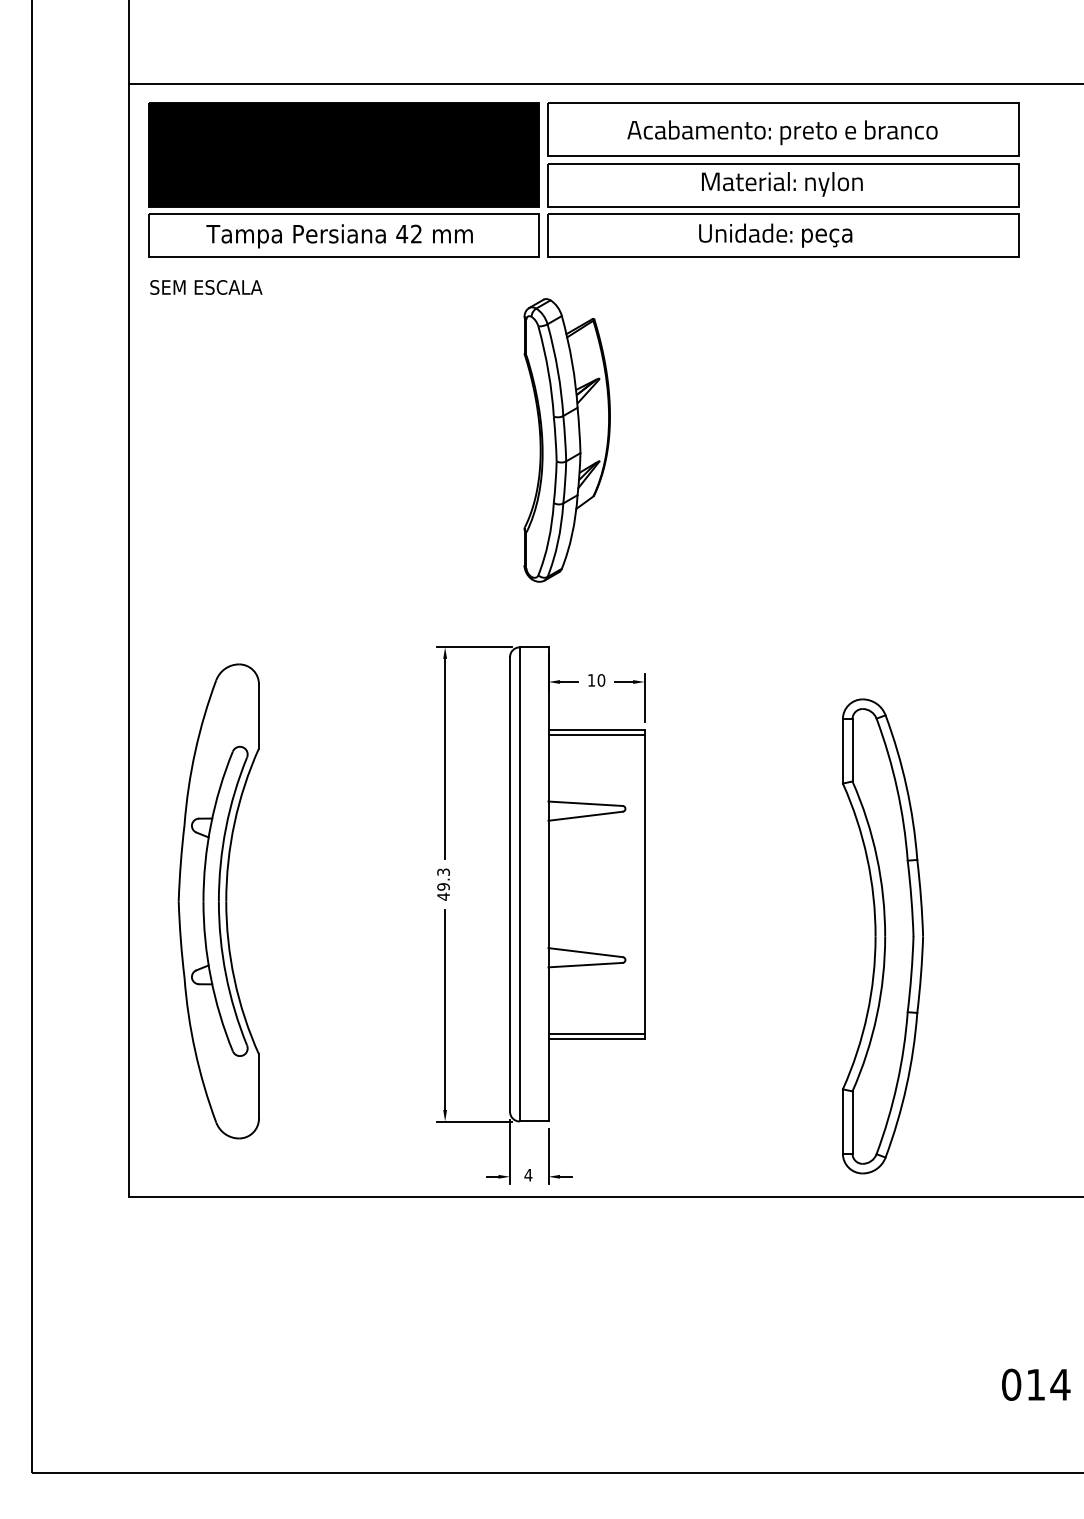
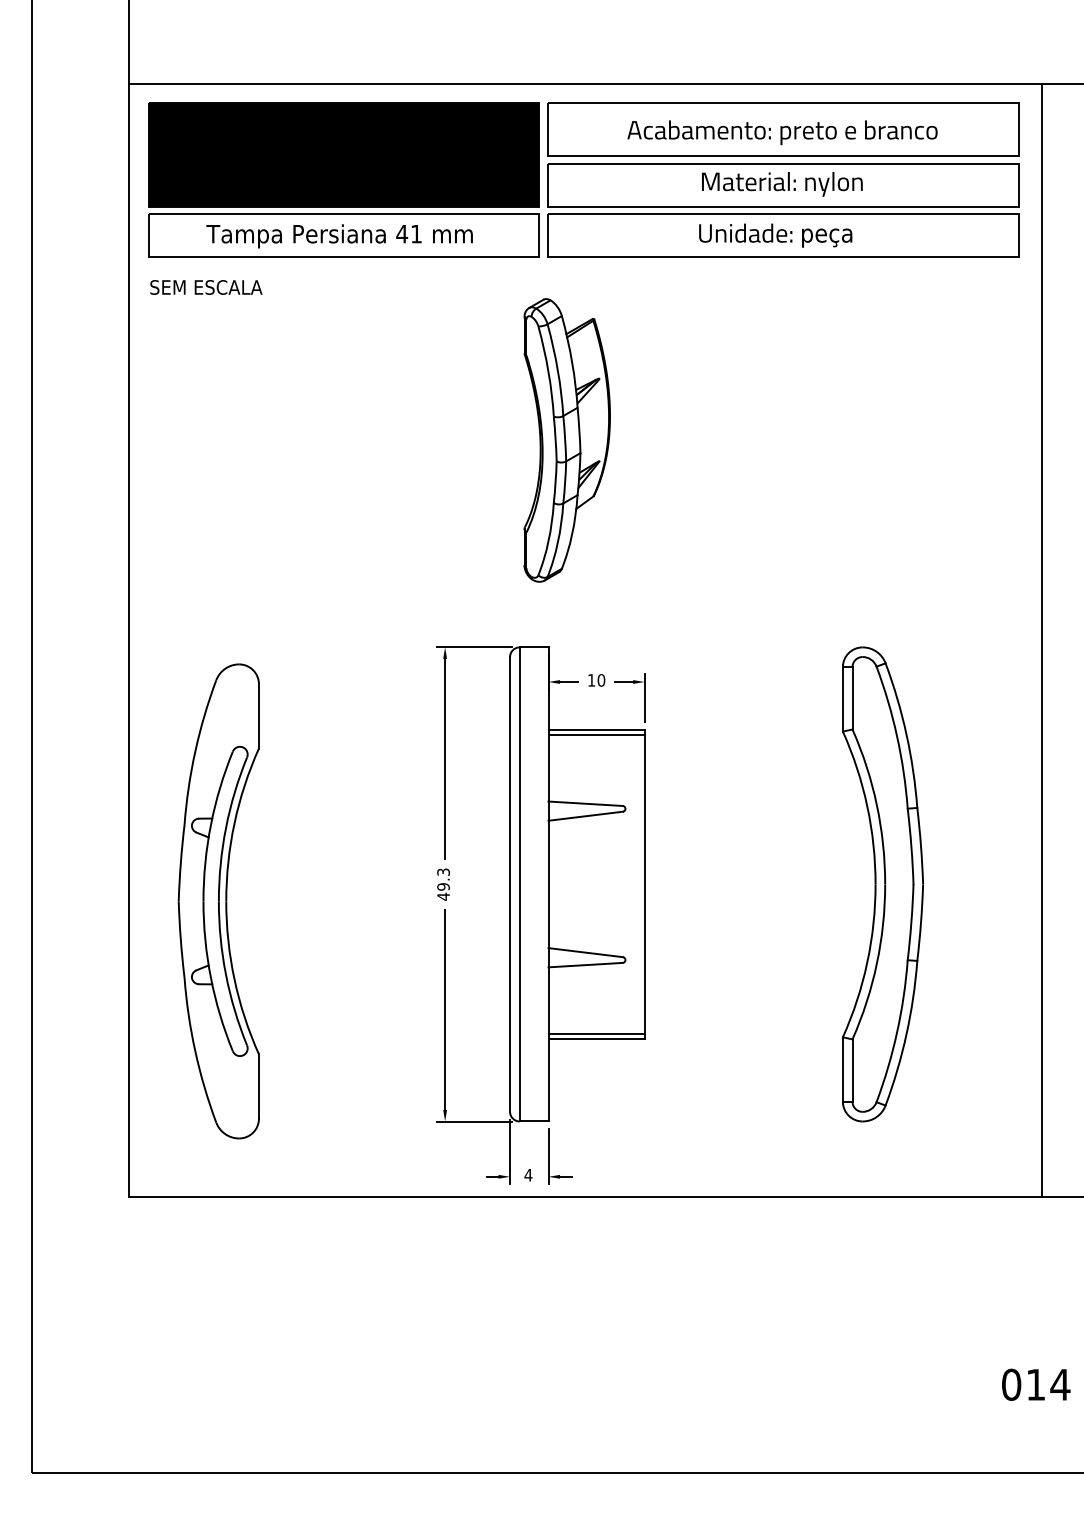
text at (416, 233): 42 -> 41
line at (1041, 640): none -> present
part at (882, 936) position: (882, 936) -> (882, 884)
